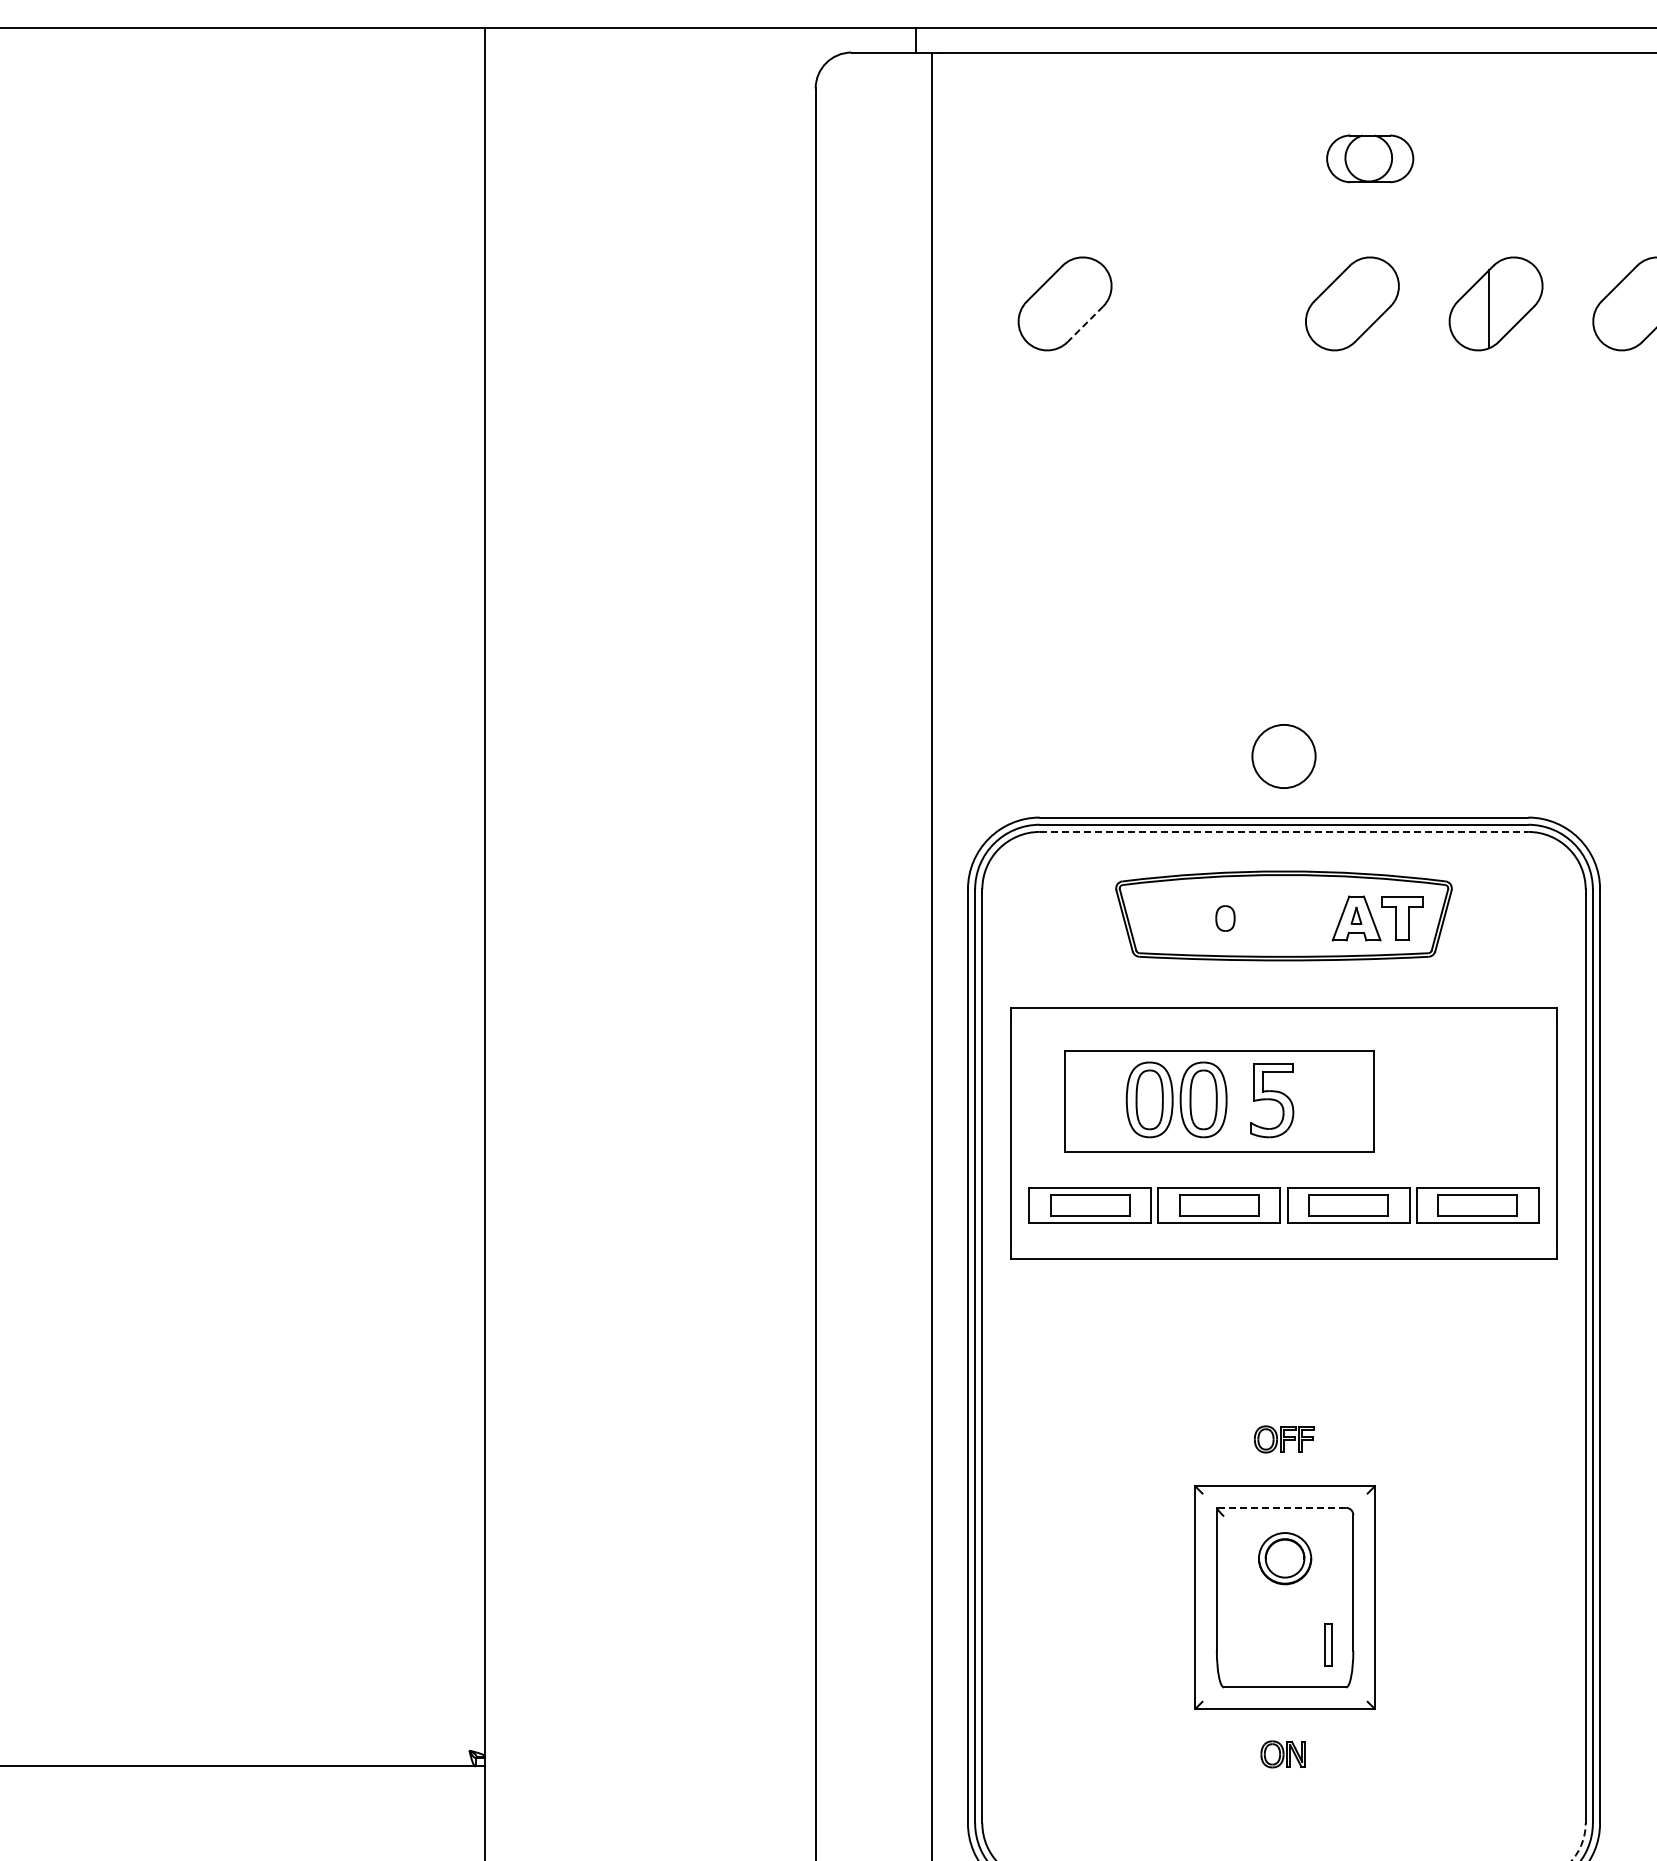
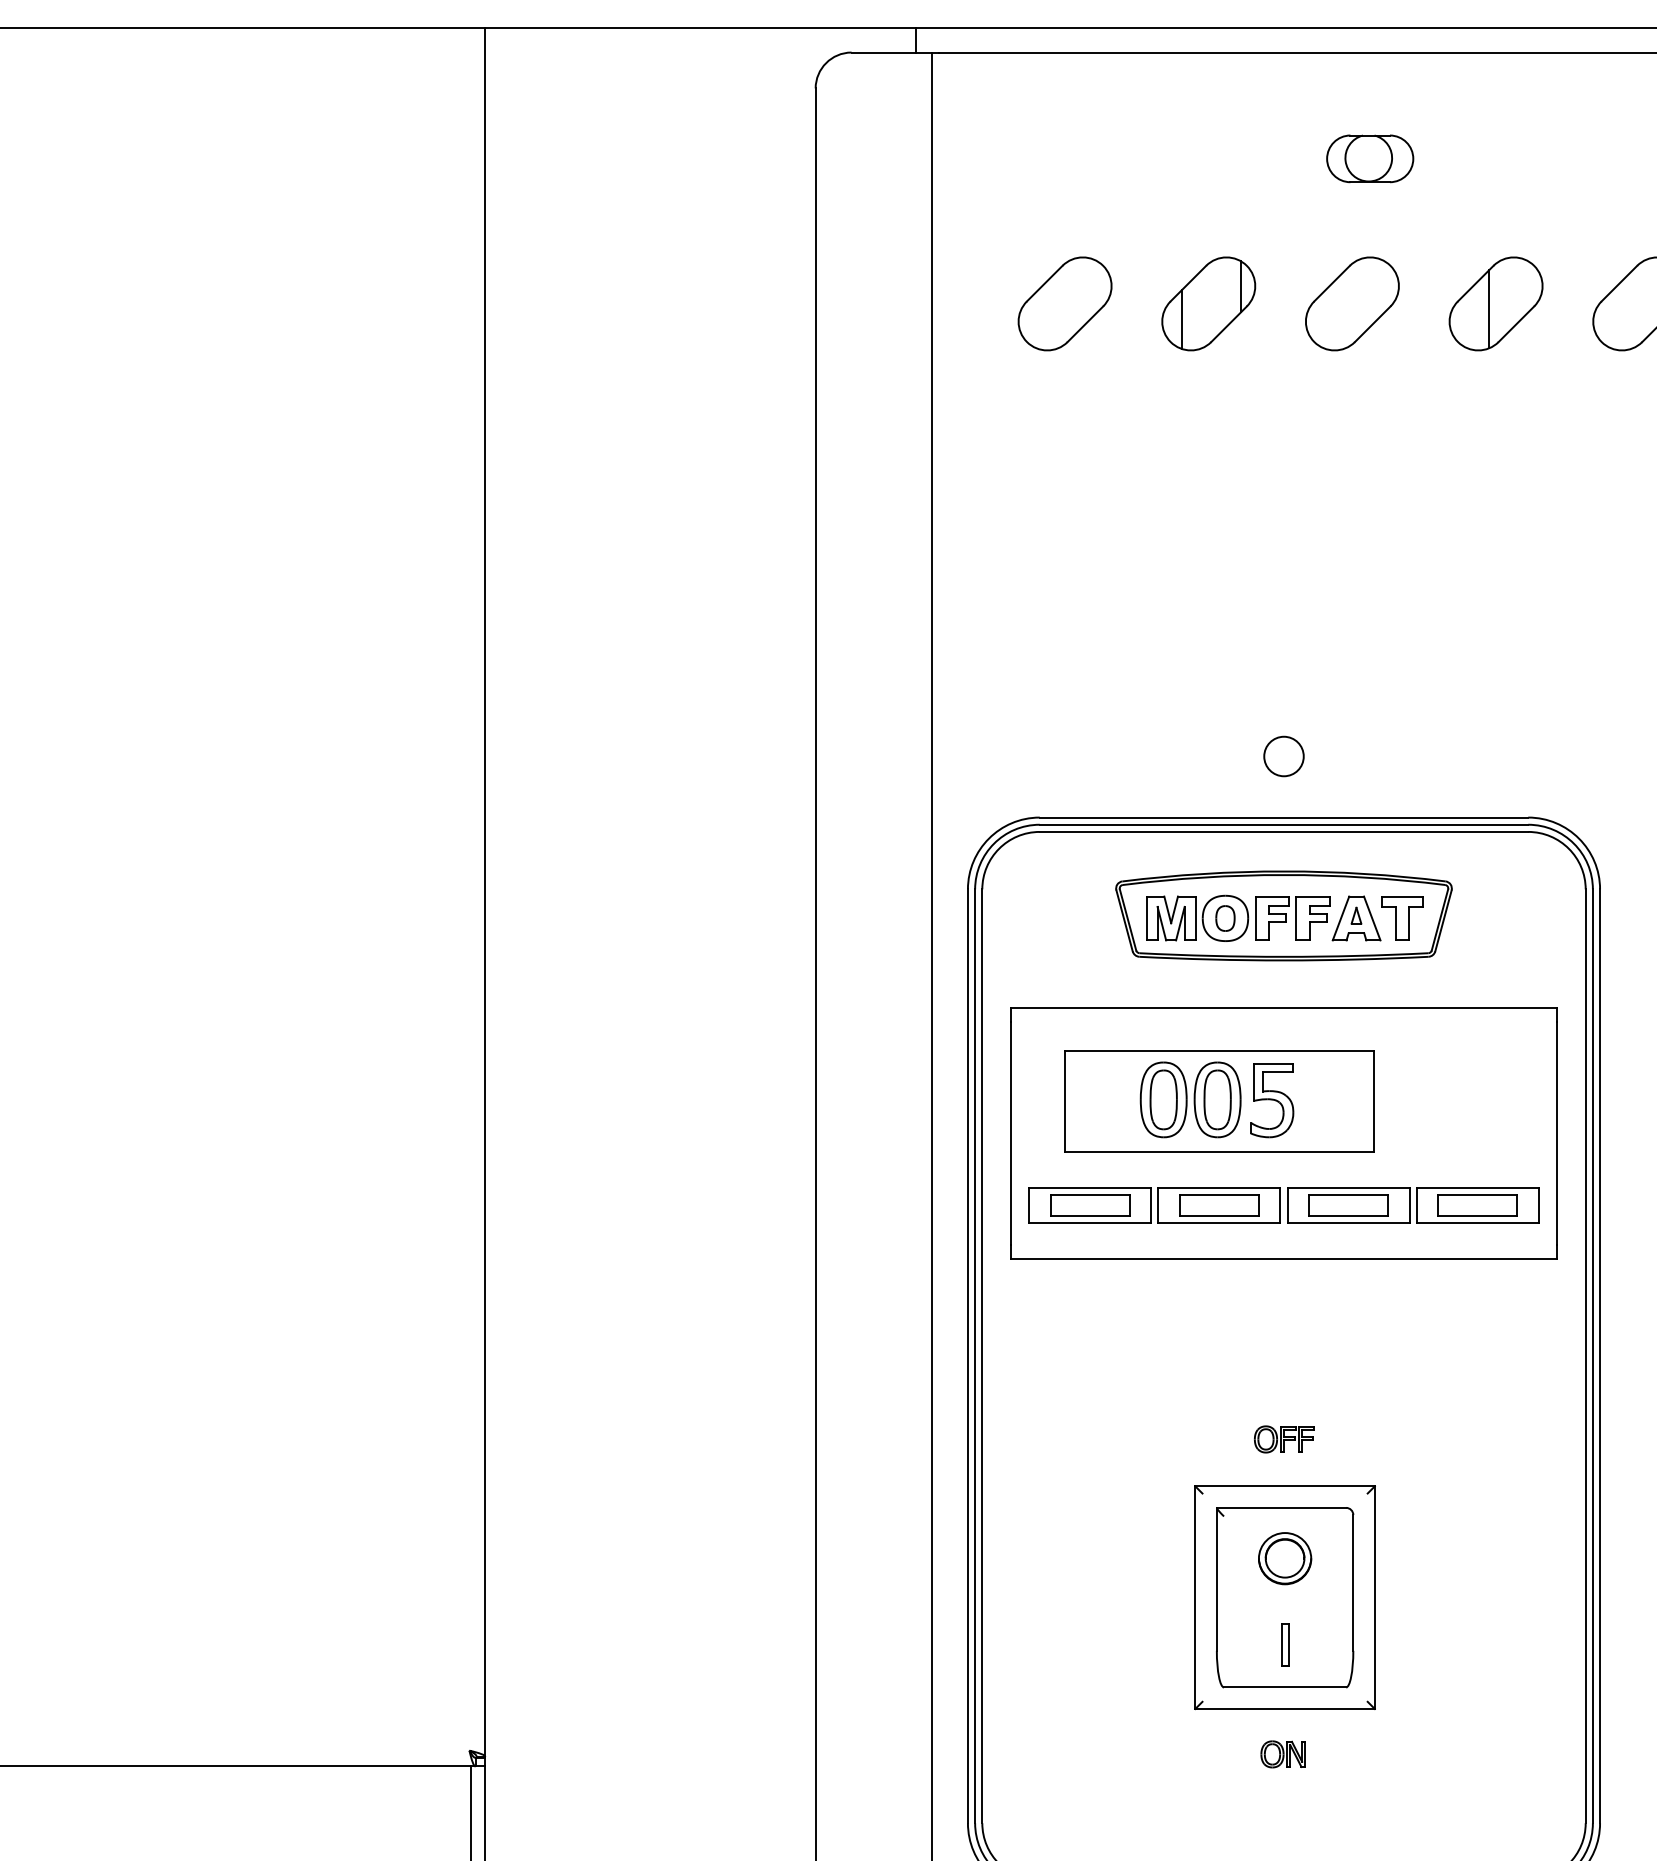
part at (1208, 303): none -> present
line at (1085, 324): dashed -> solid
circle at (1283, 756) diameter: 63 px -> 40 px
line at (1284, 831): dashed -> solid
part at (1238, 917): none -> present
part at (1176, 1099) position: (1176, 1099) -> (1190, 1099)
line at (1281, 1507): dashed -> solid
part at (1328, 1644) position: (1328, 1644) -> (1285, 1644)
line at (470, 1811): none -> present
arc at (1581, 1843): dashed -> solid
